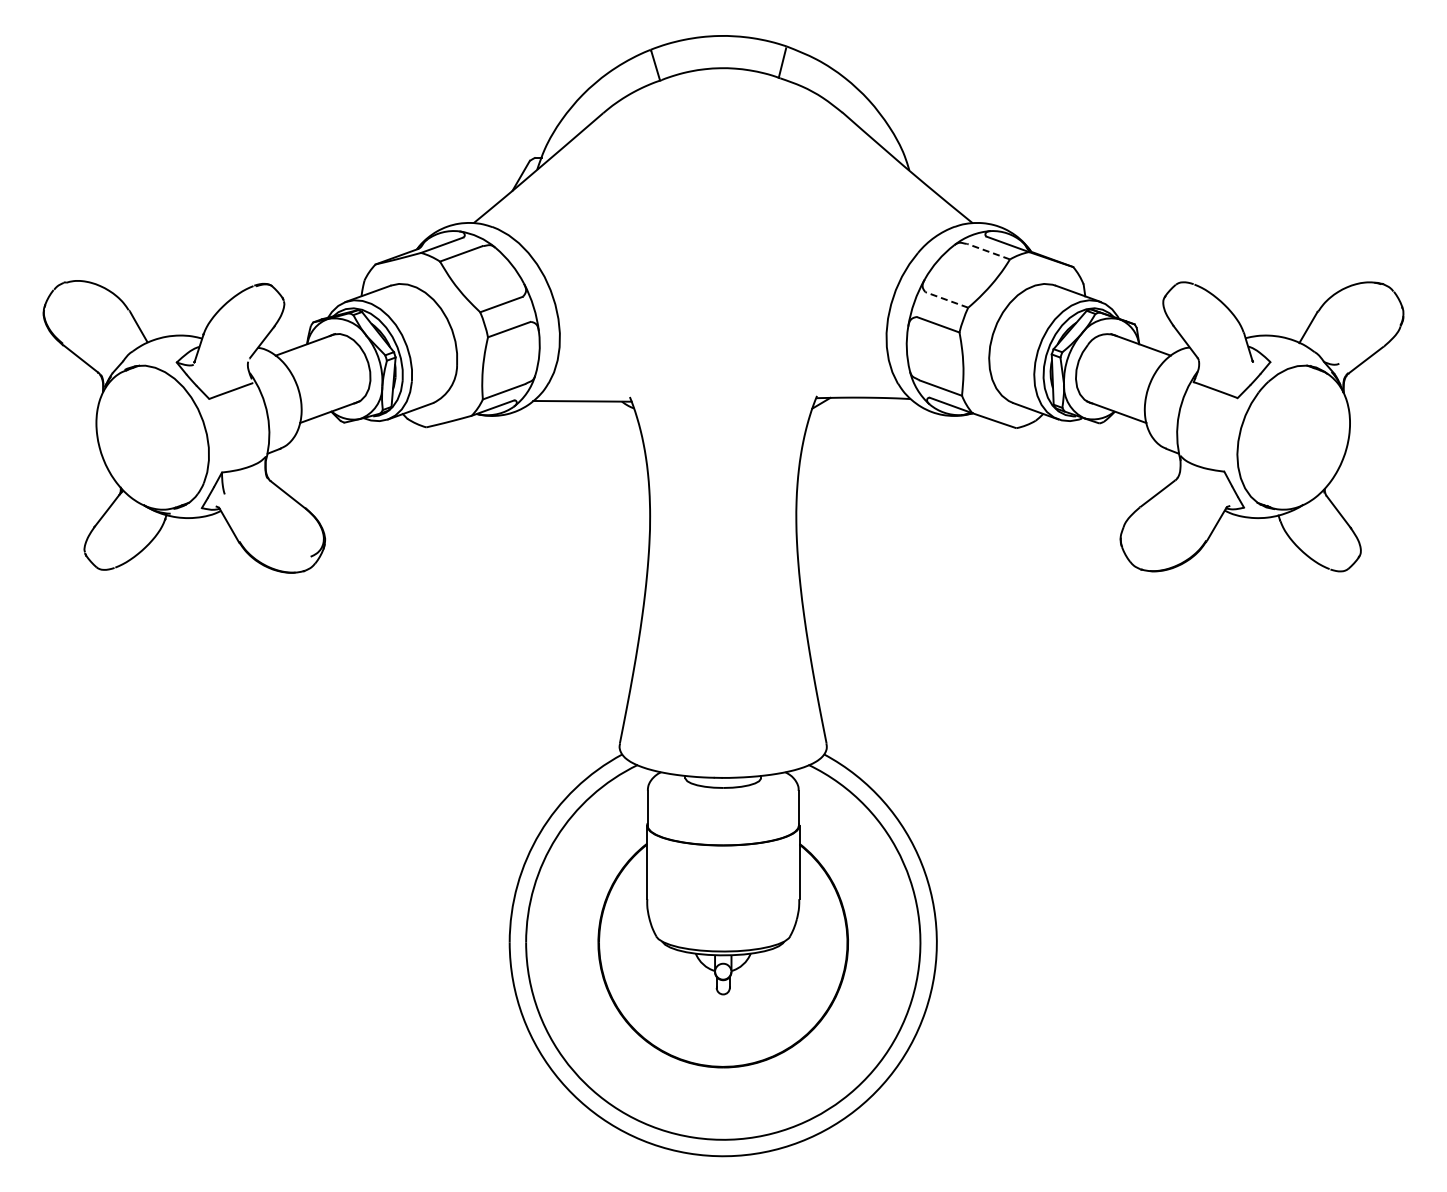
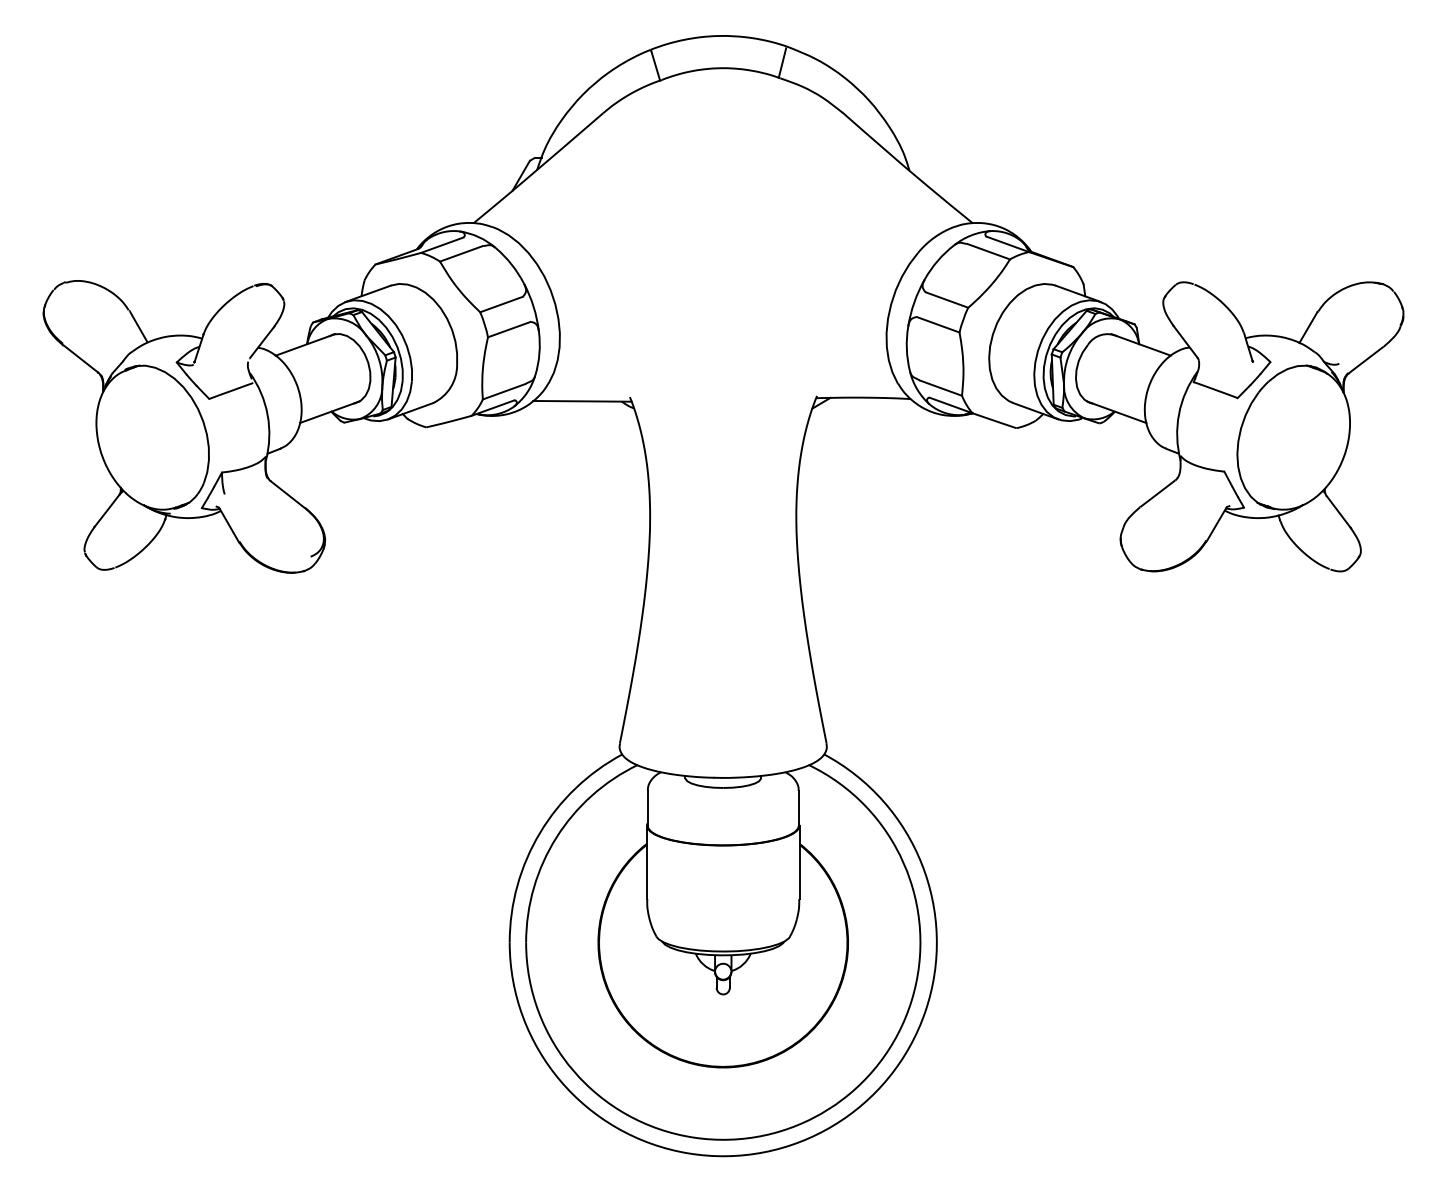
line at (988, 251): dashed -> solid
line at (947, 300): dashed -> solid
